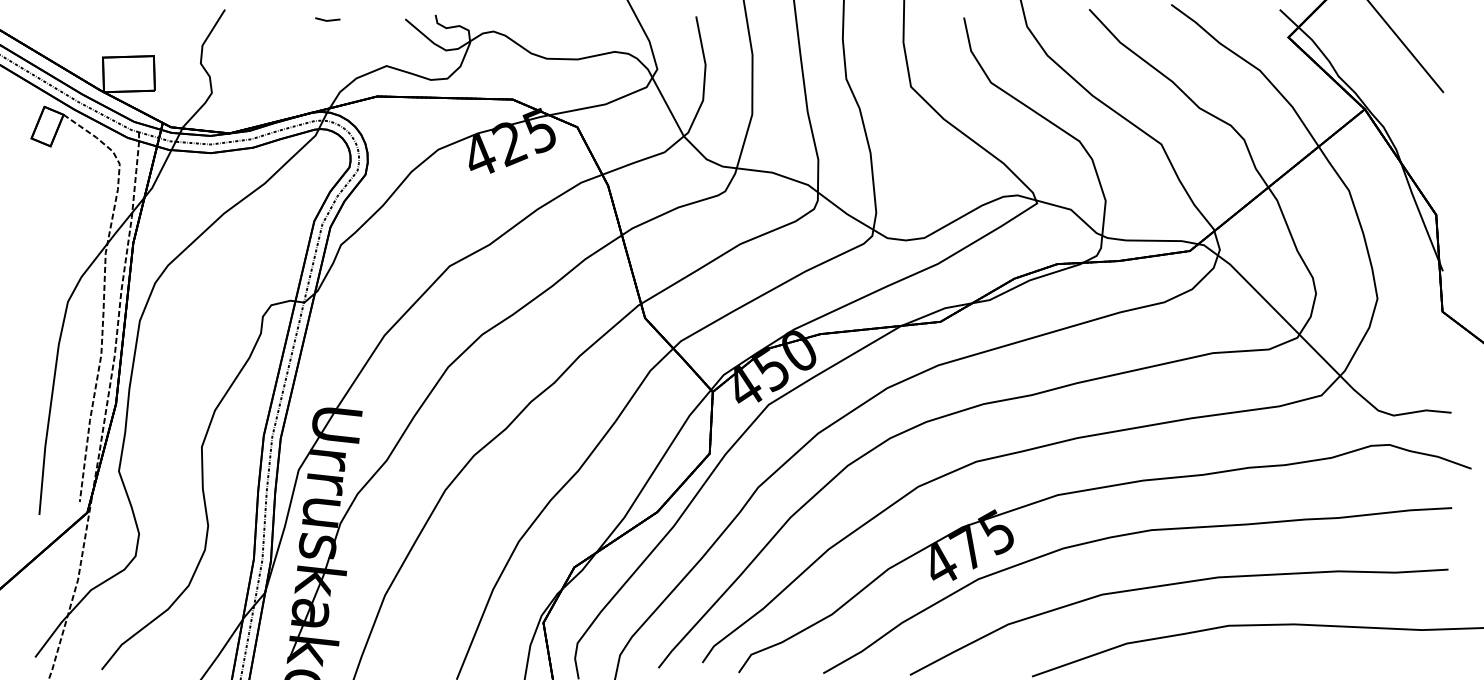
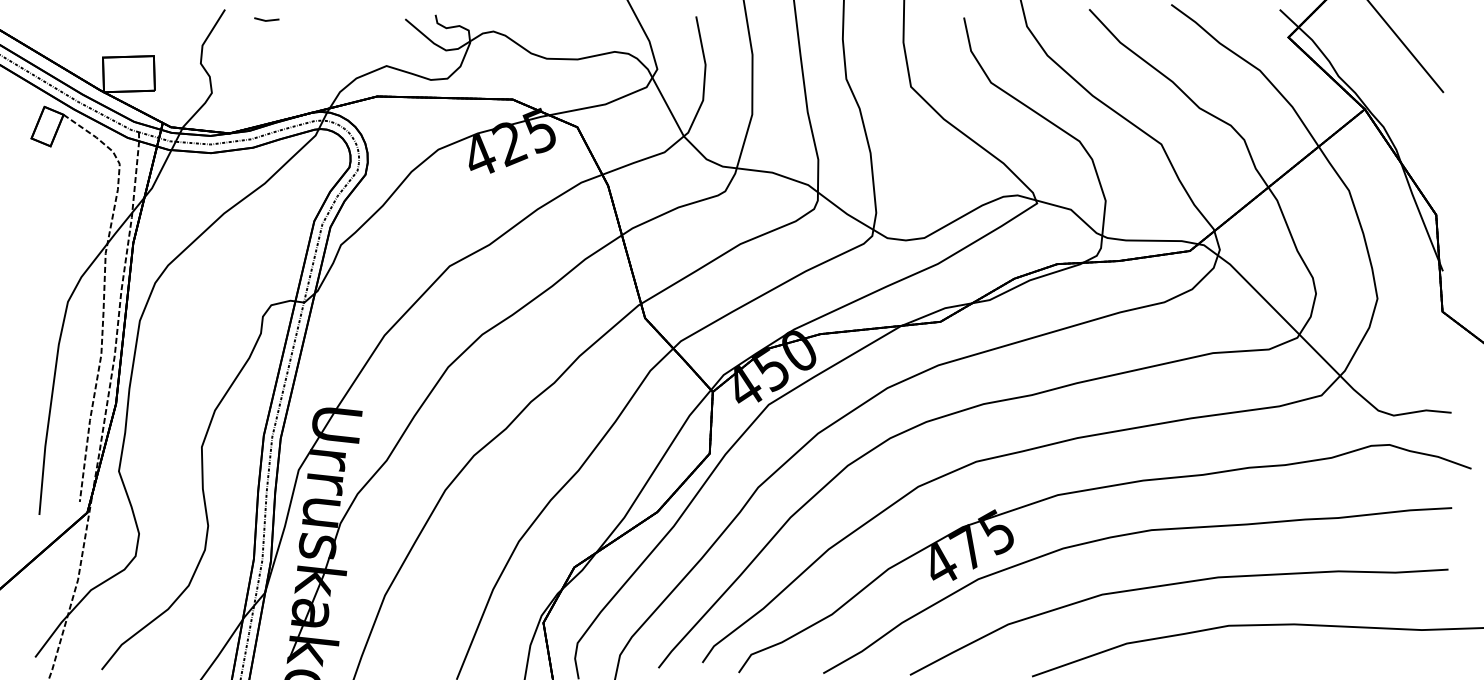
line at (328, 19) position: (328, 19) -> (267, 19)
